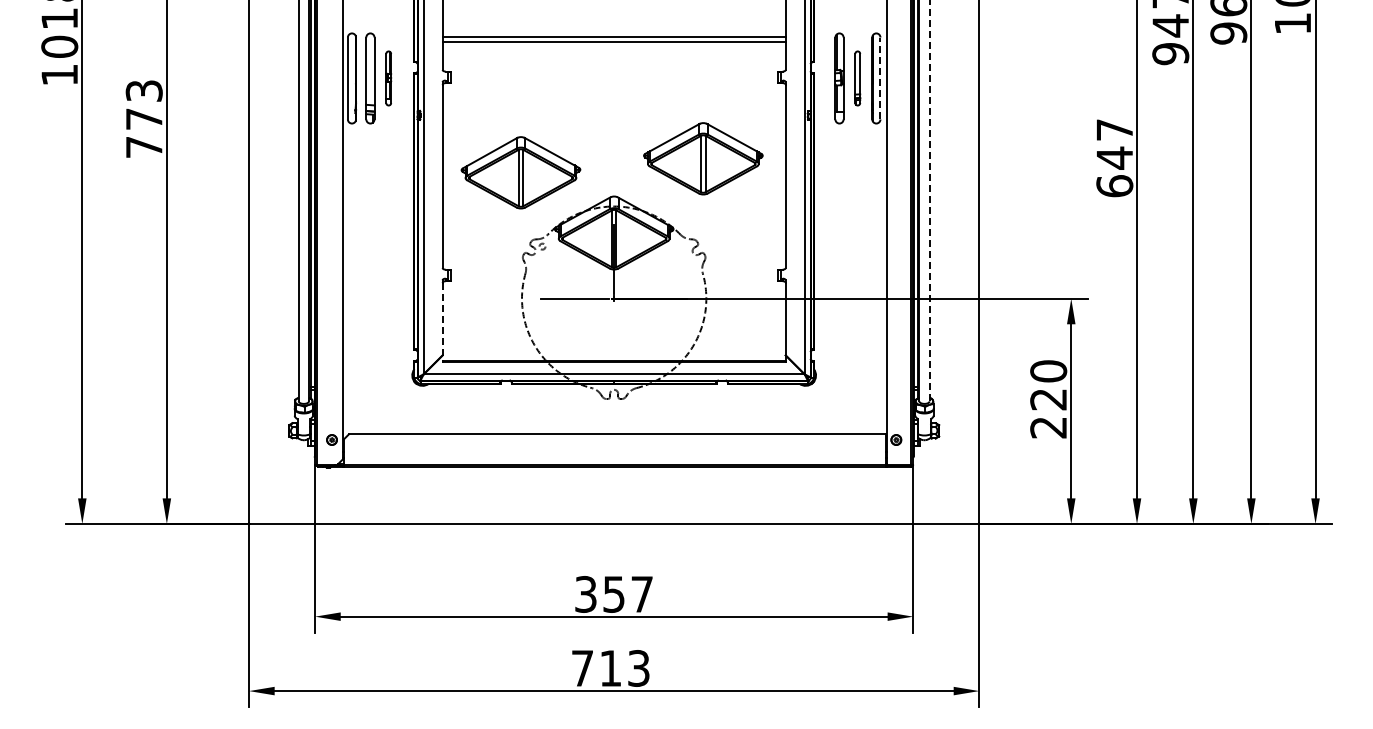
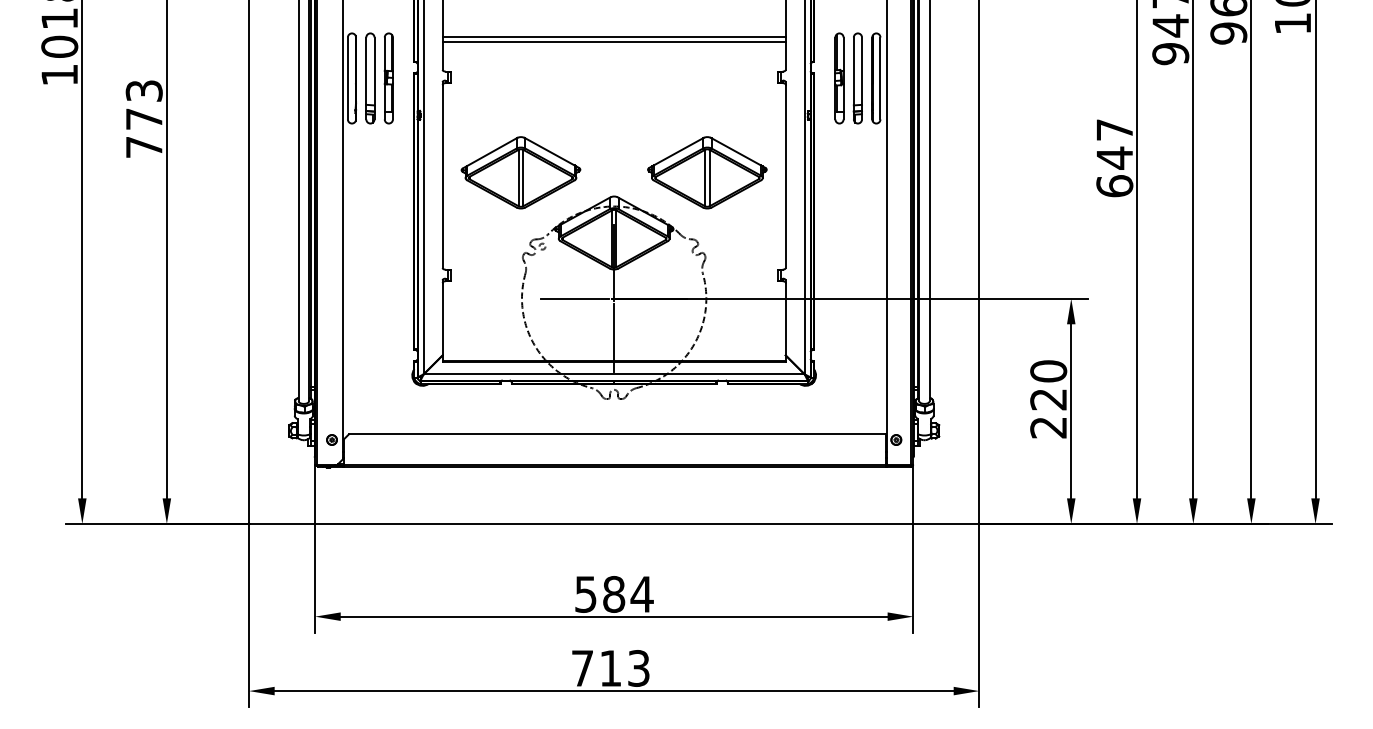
part at (388, 78) size: 8x57 px -> 11x93 px
part at (857, 78) size: 8x57 px -> 11x93 px
line at (880, 78): dashed -> solid
part at (703, 158) position: (703, 158) -> (707, 172)
line at (929, 200): dashed -> solid
line at (442, 321): dashed -> solid
line at (614, 337): none -> present
text at (614, 594): 357 -> 584
